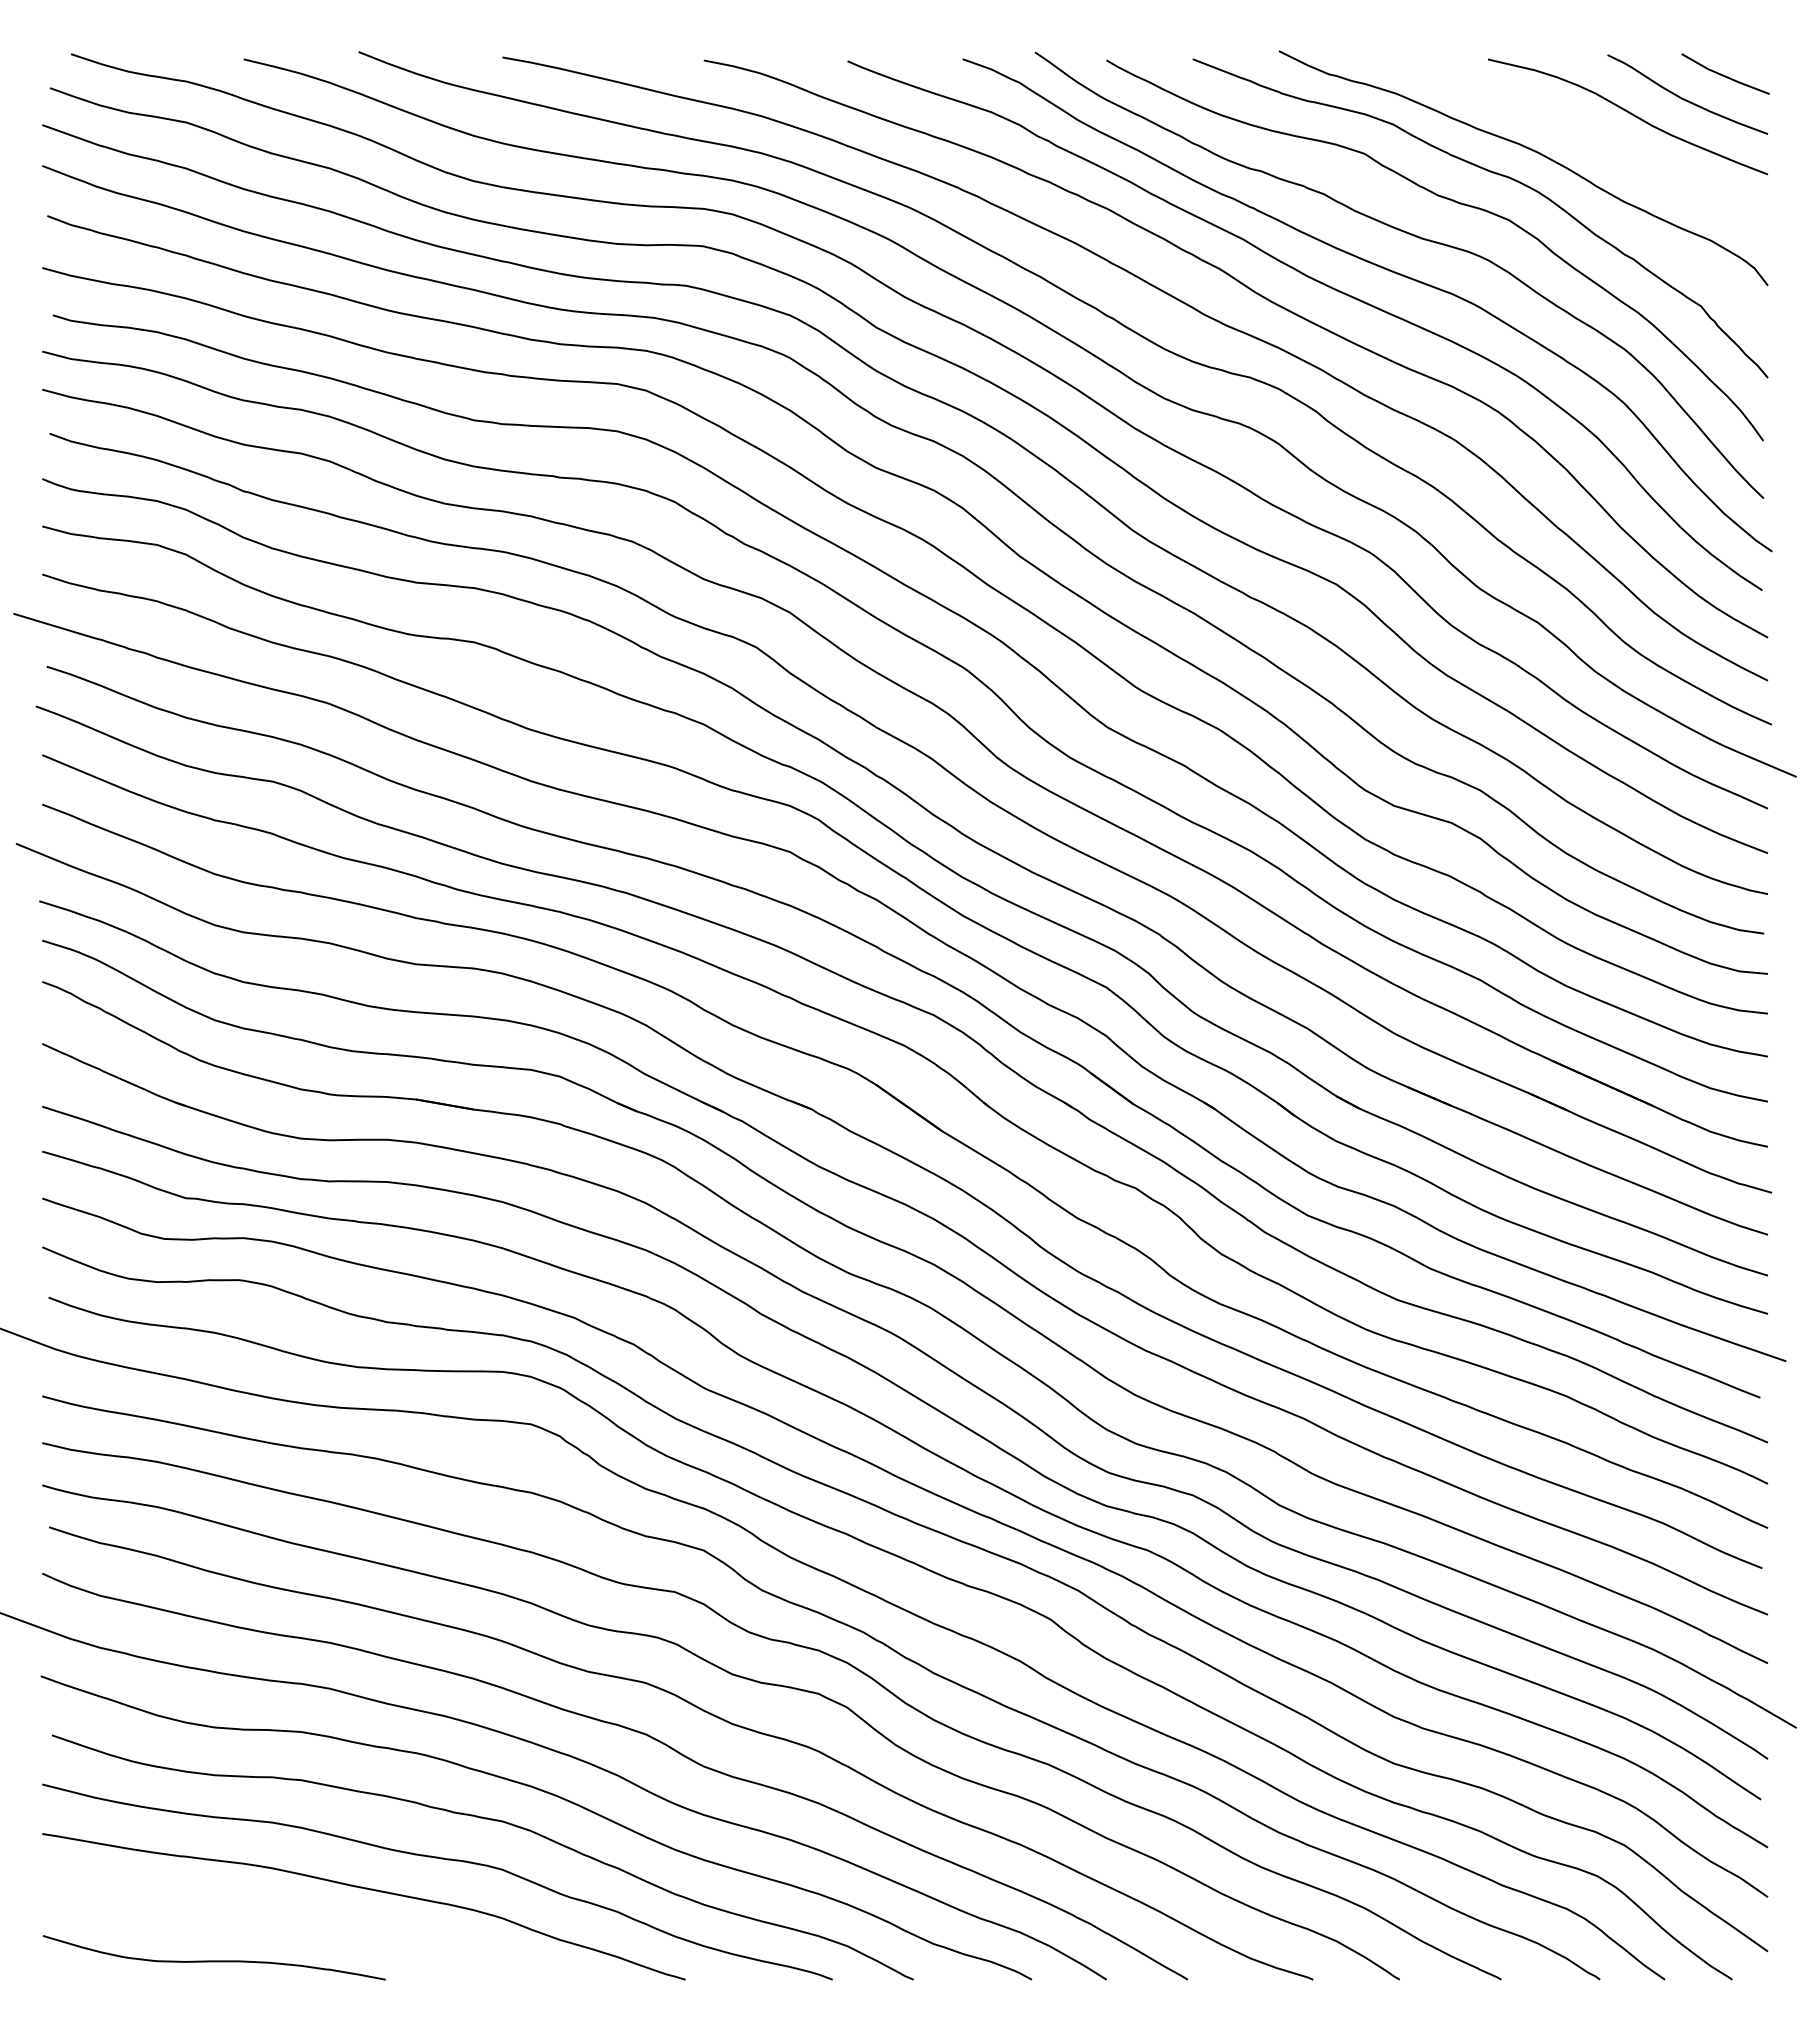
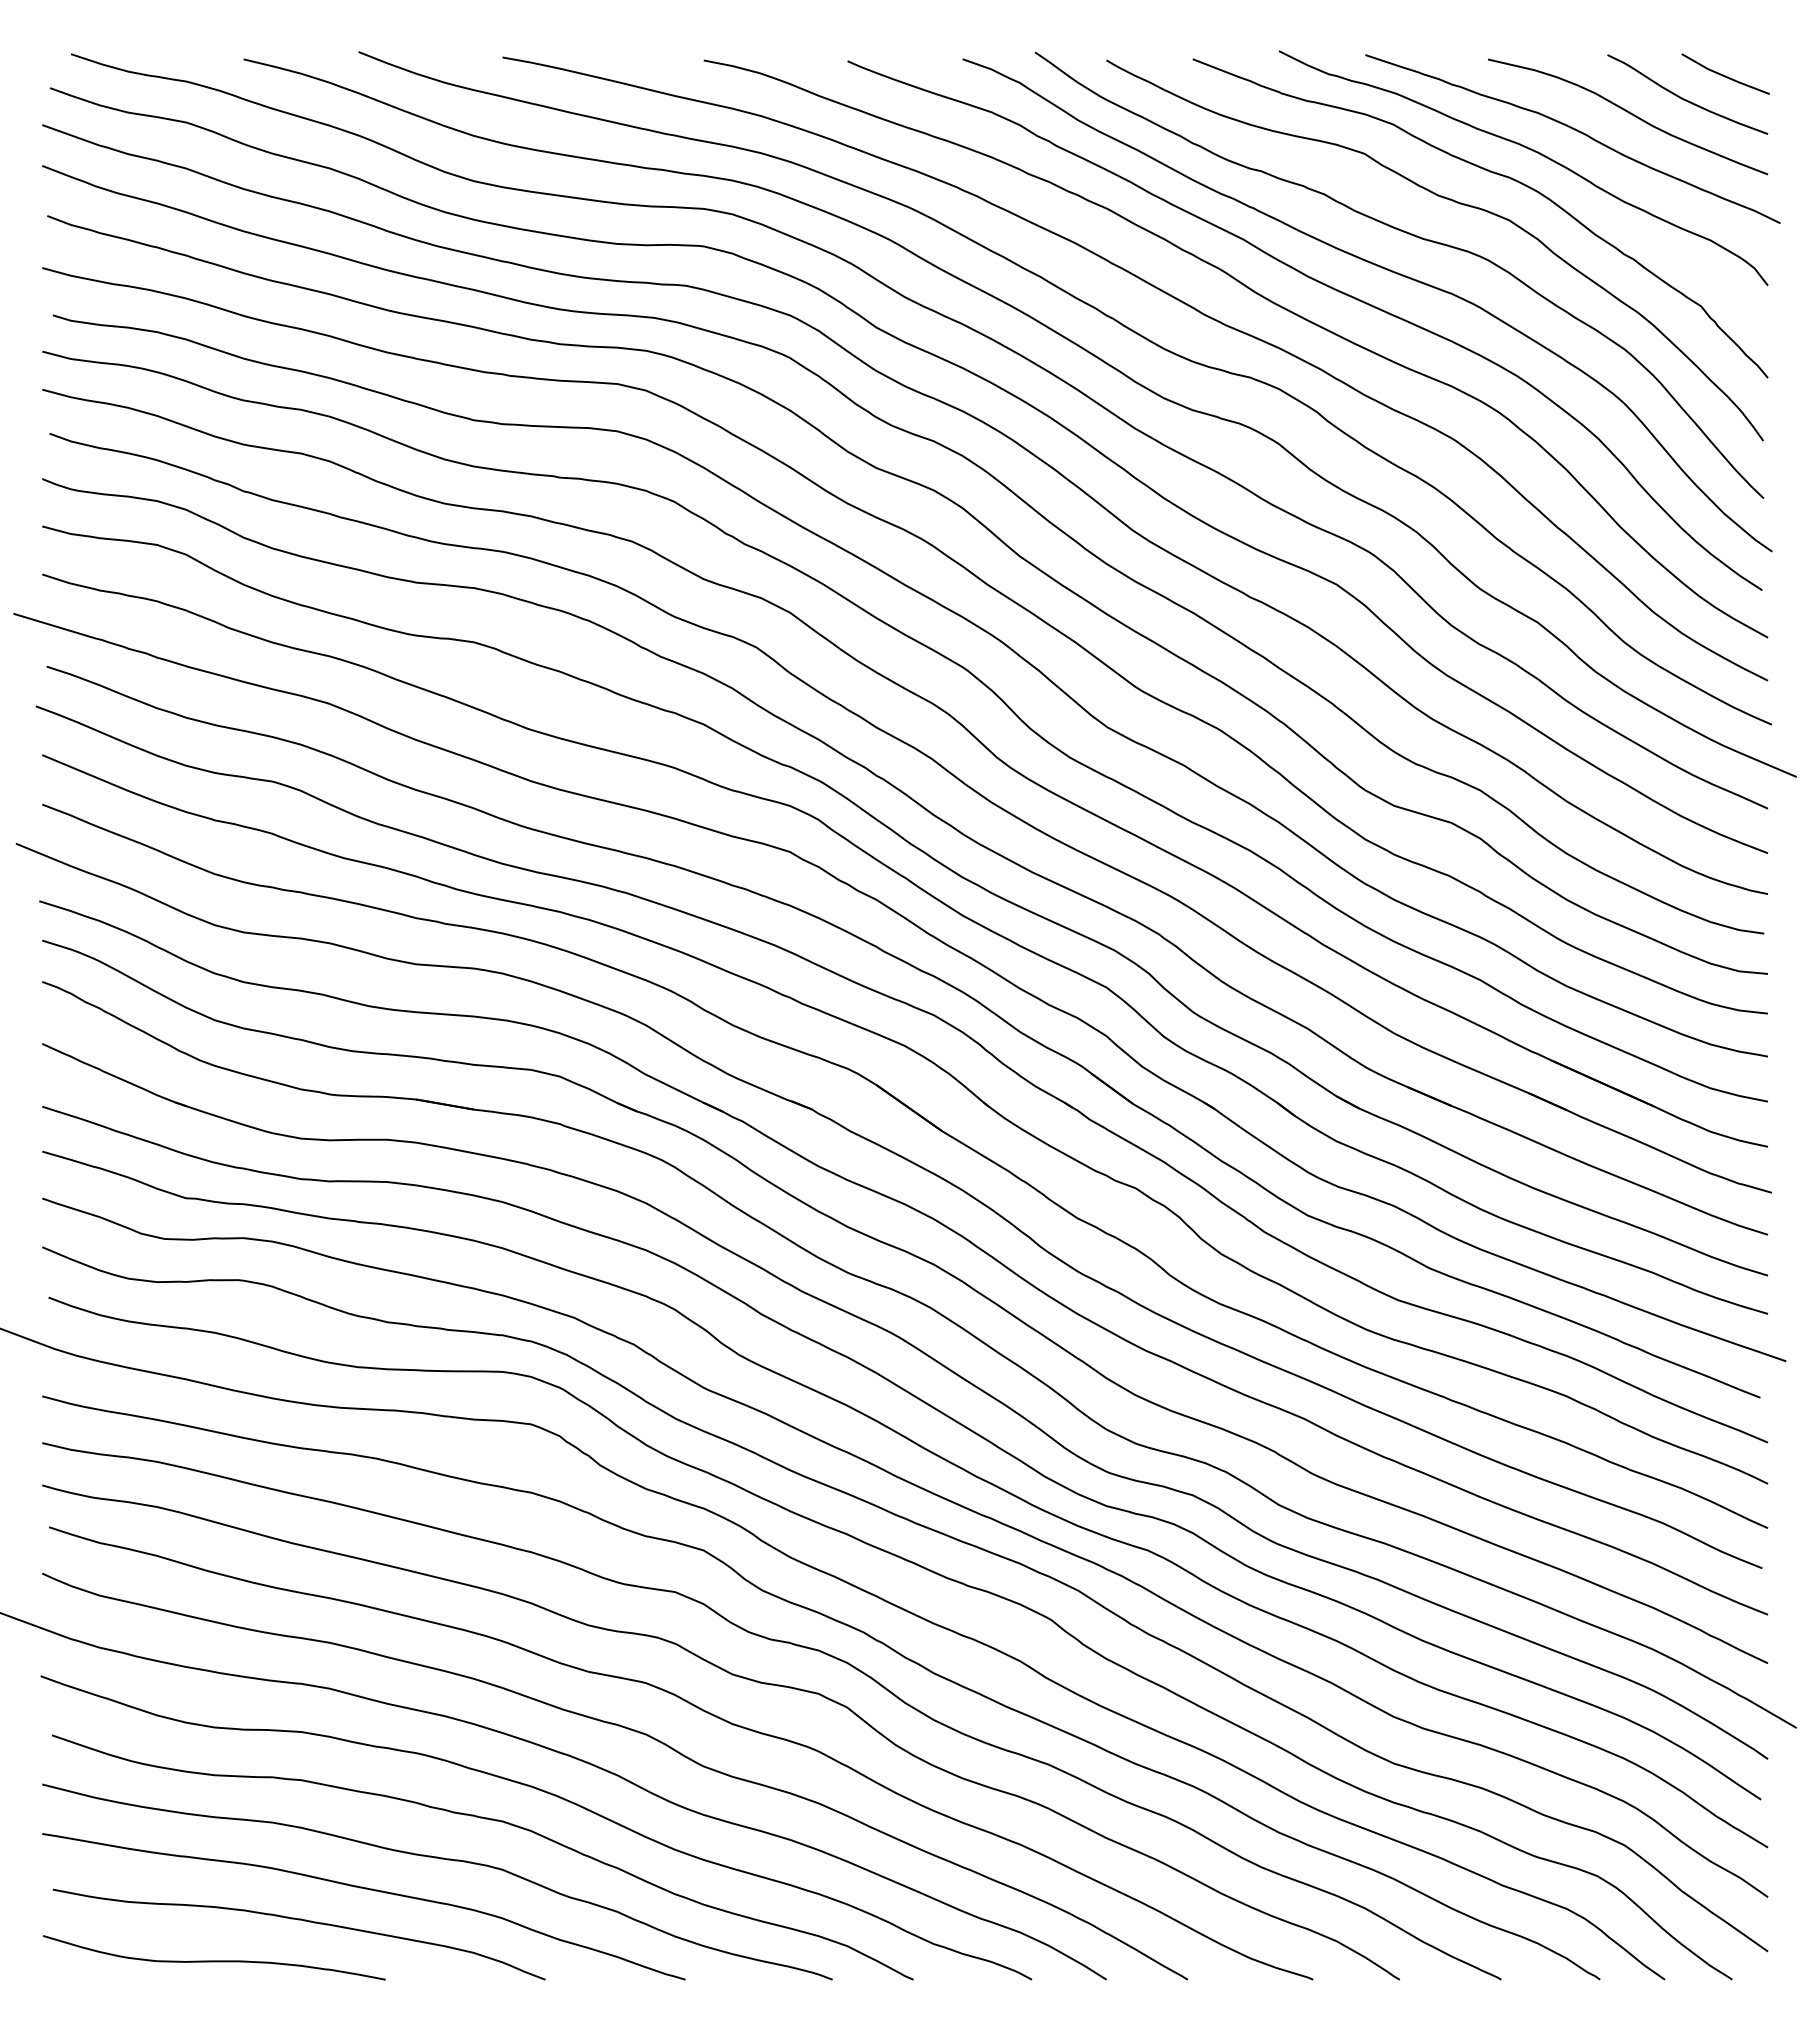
curve at (1576, 131): none -> present
curve at (298, 1920): none -> present
